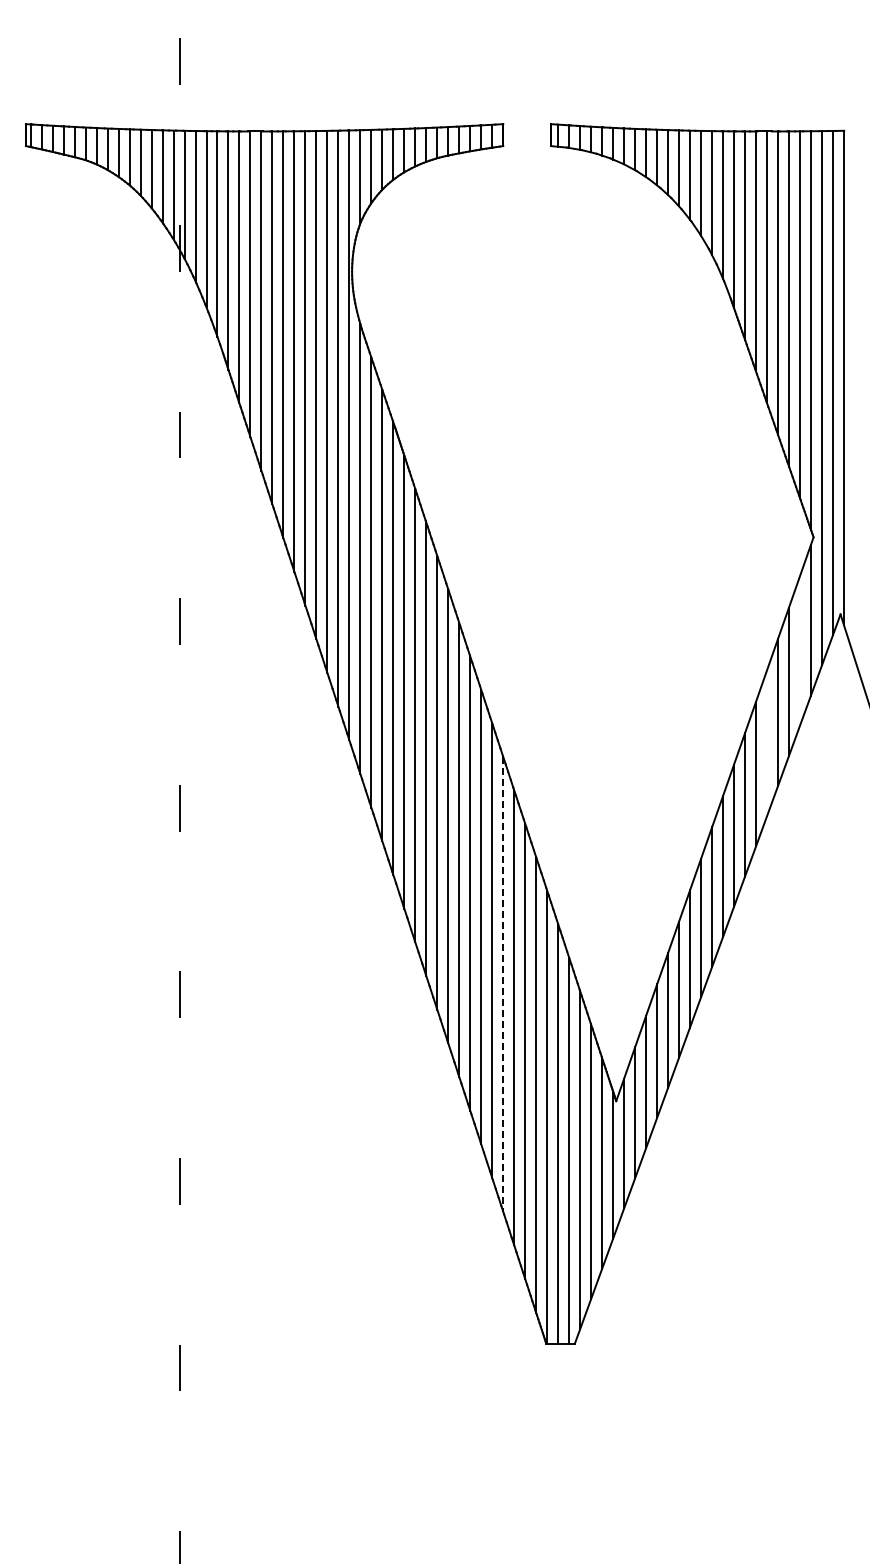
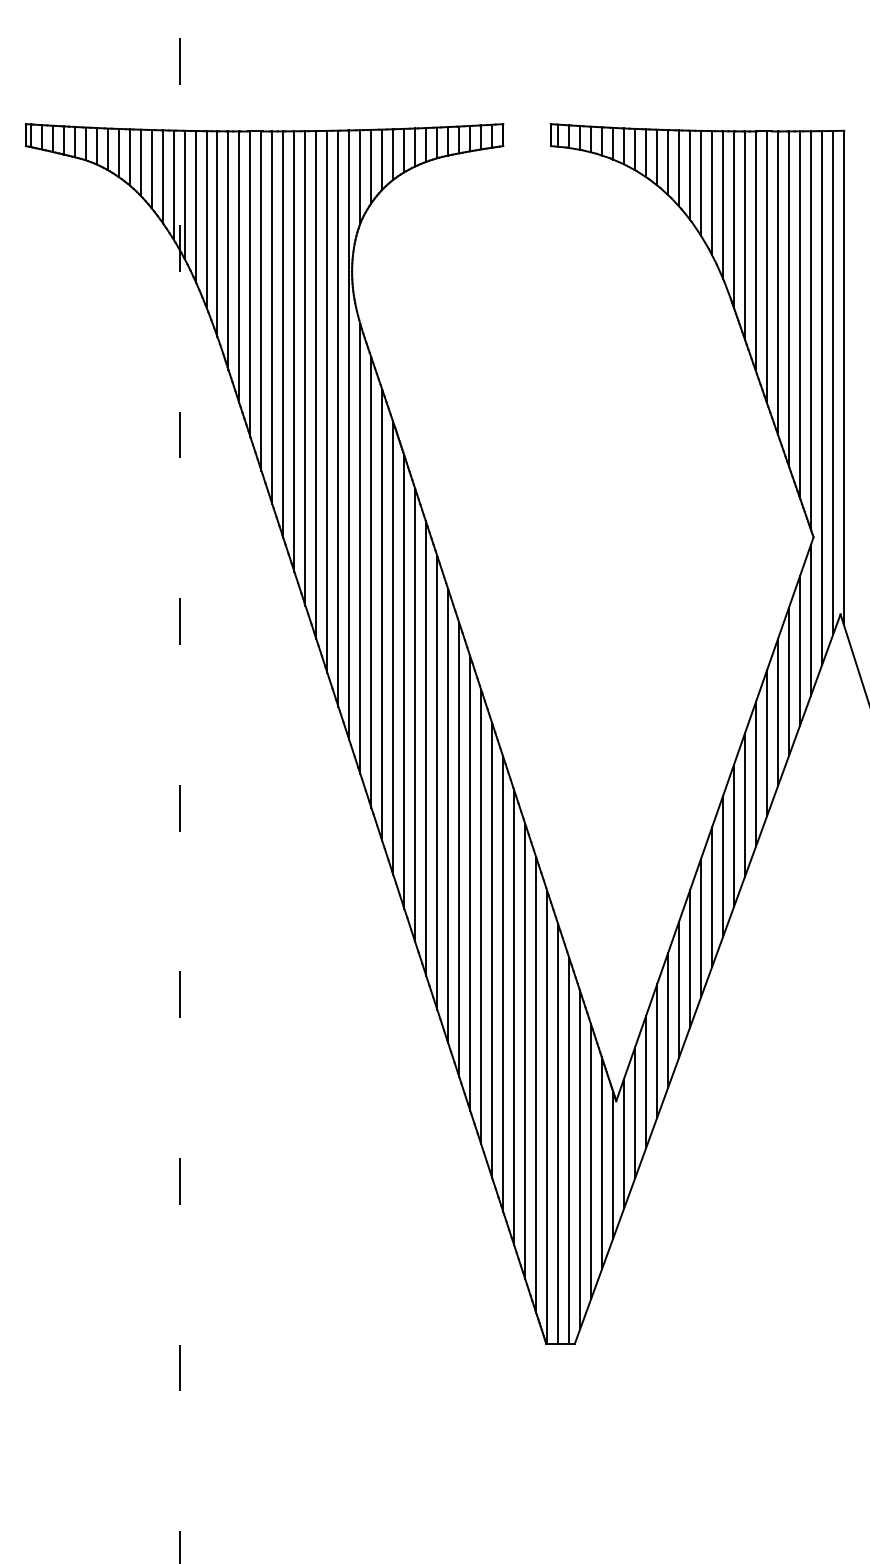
line at (799, 650): none -> present
line at (766, 743): none -> present
line at (503, 984): dashed -> solid
